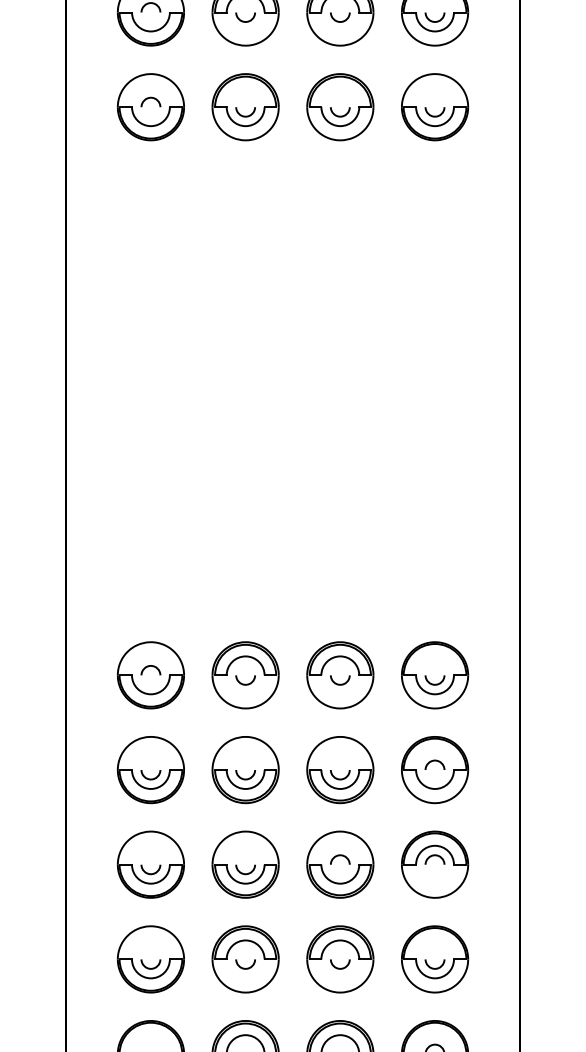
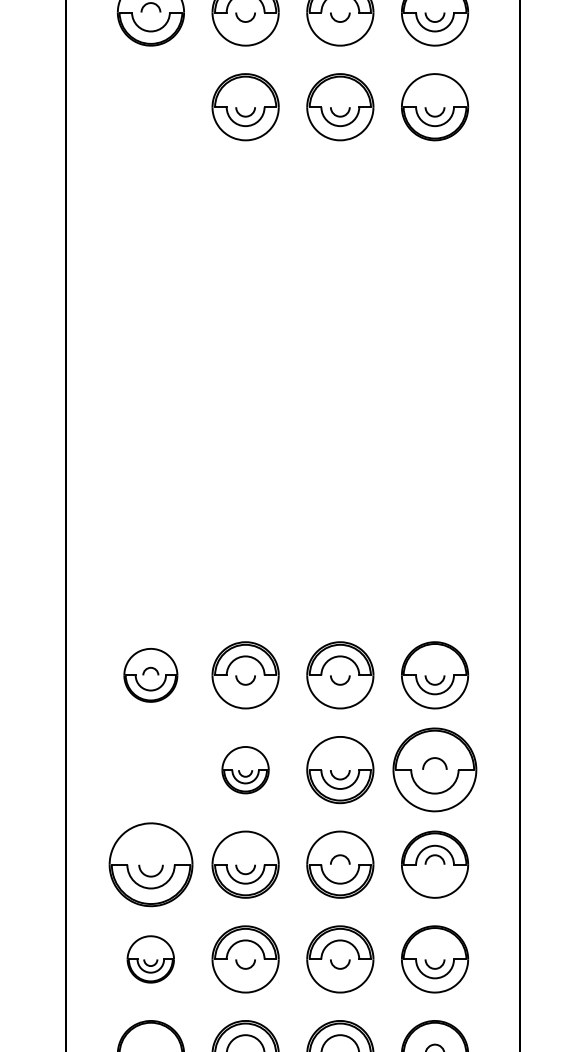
part at (150, 107): present -> none
part at (150, 675) size: 69x69 px -> 56x55 px
part at (150, 770): present -> none
part at (245, 770) size: 69x69 px -> 49x49 px
part at (435, 770) size: 69x69 px -> 86x86 px
part at (150, 864) size: 69x69 px -> 86x86 px
part at (150, 959) size: 69x69 px -> 49x49 px
